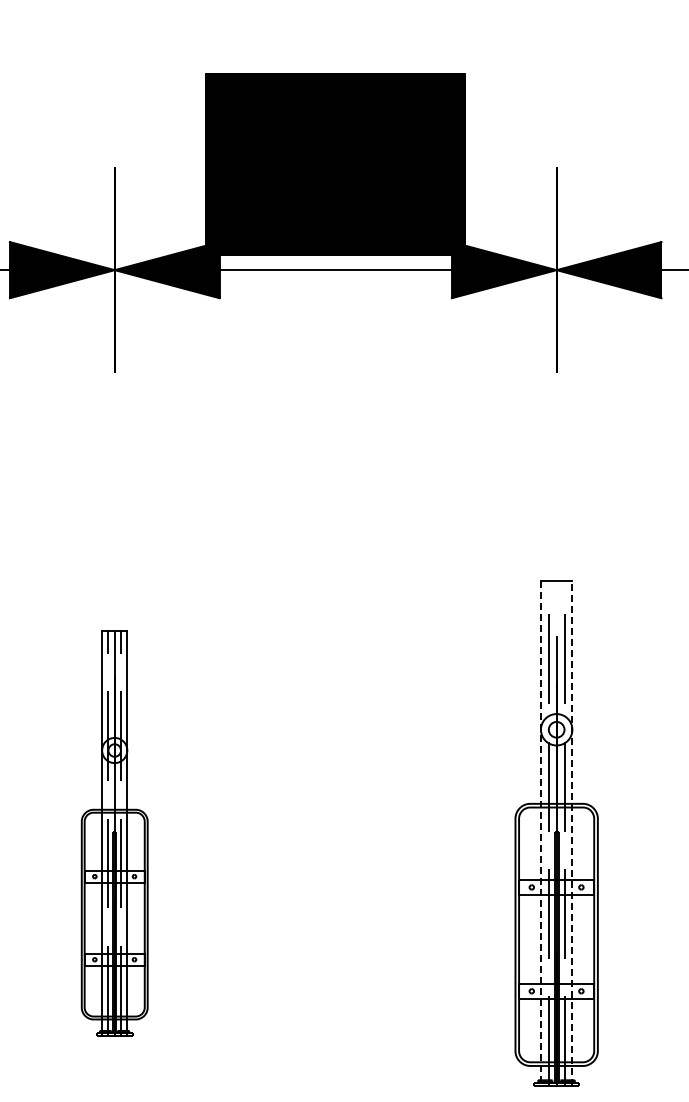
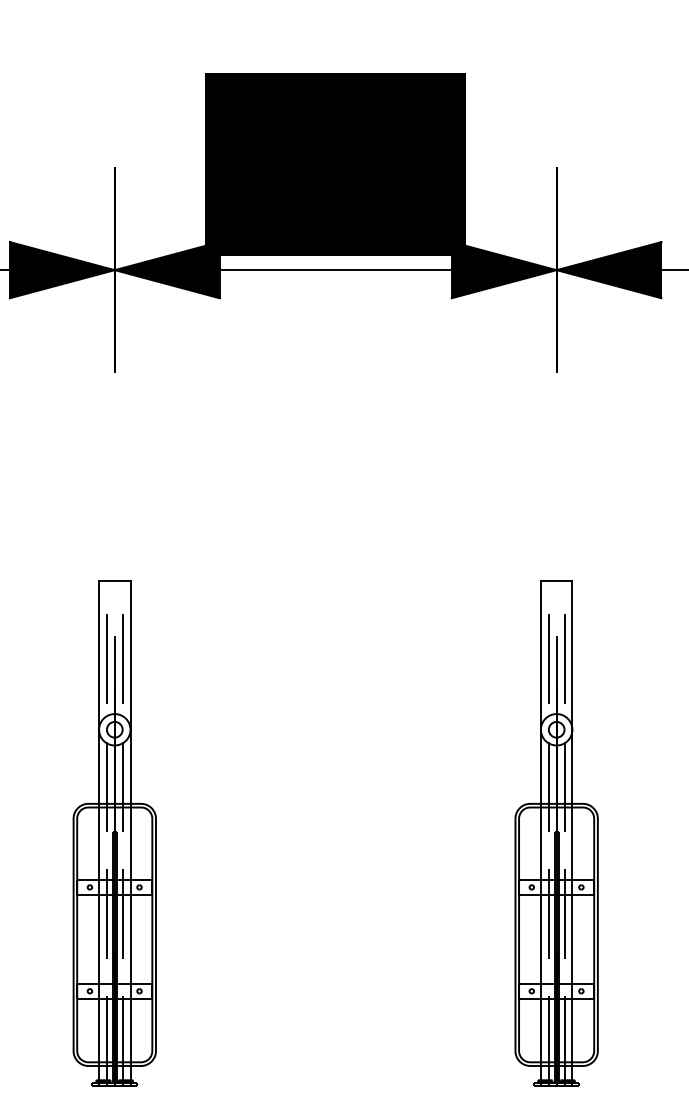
part at (114, 833) size: 69x407 px -> 85x507 px
line at (540, 833): dashed -> solid
line at (572, 833): dashed -> solid
